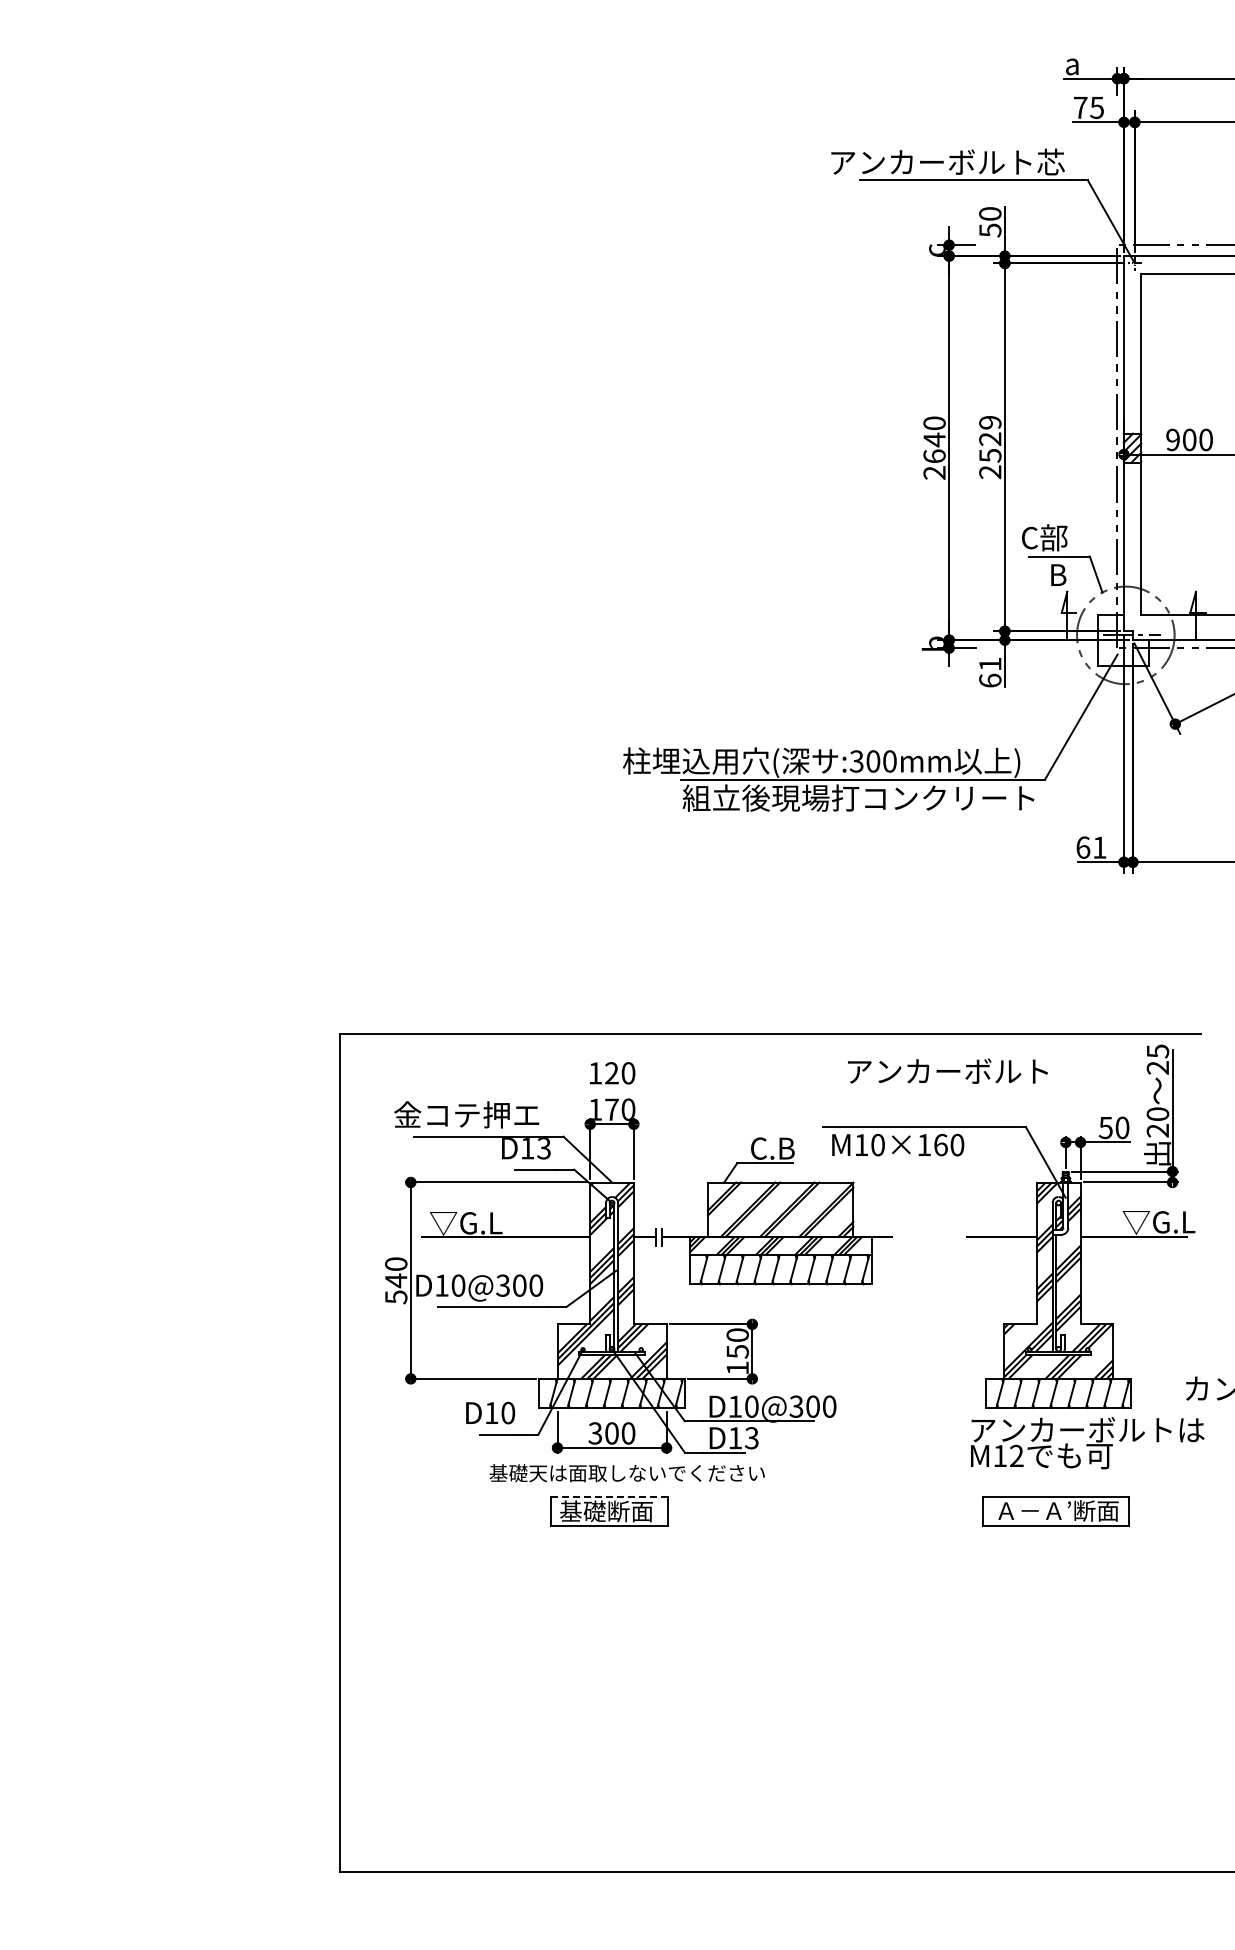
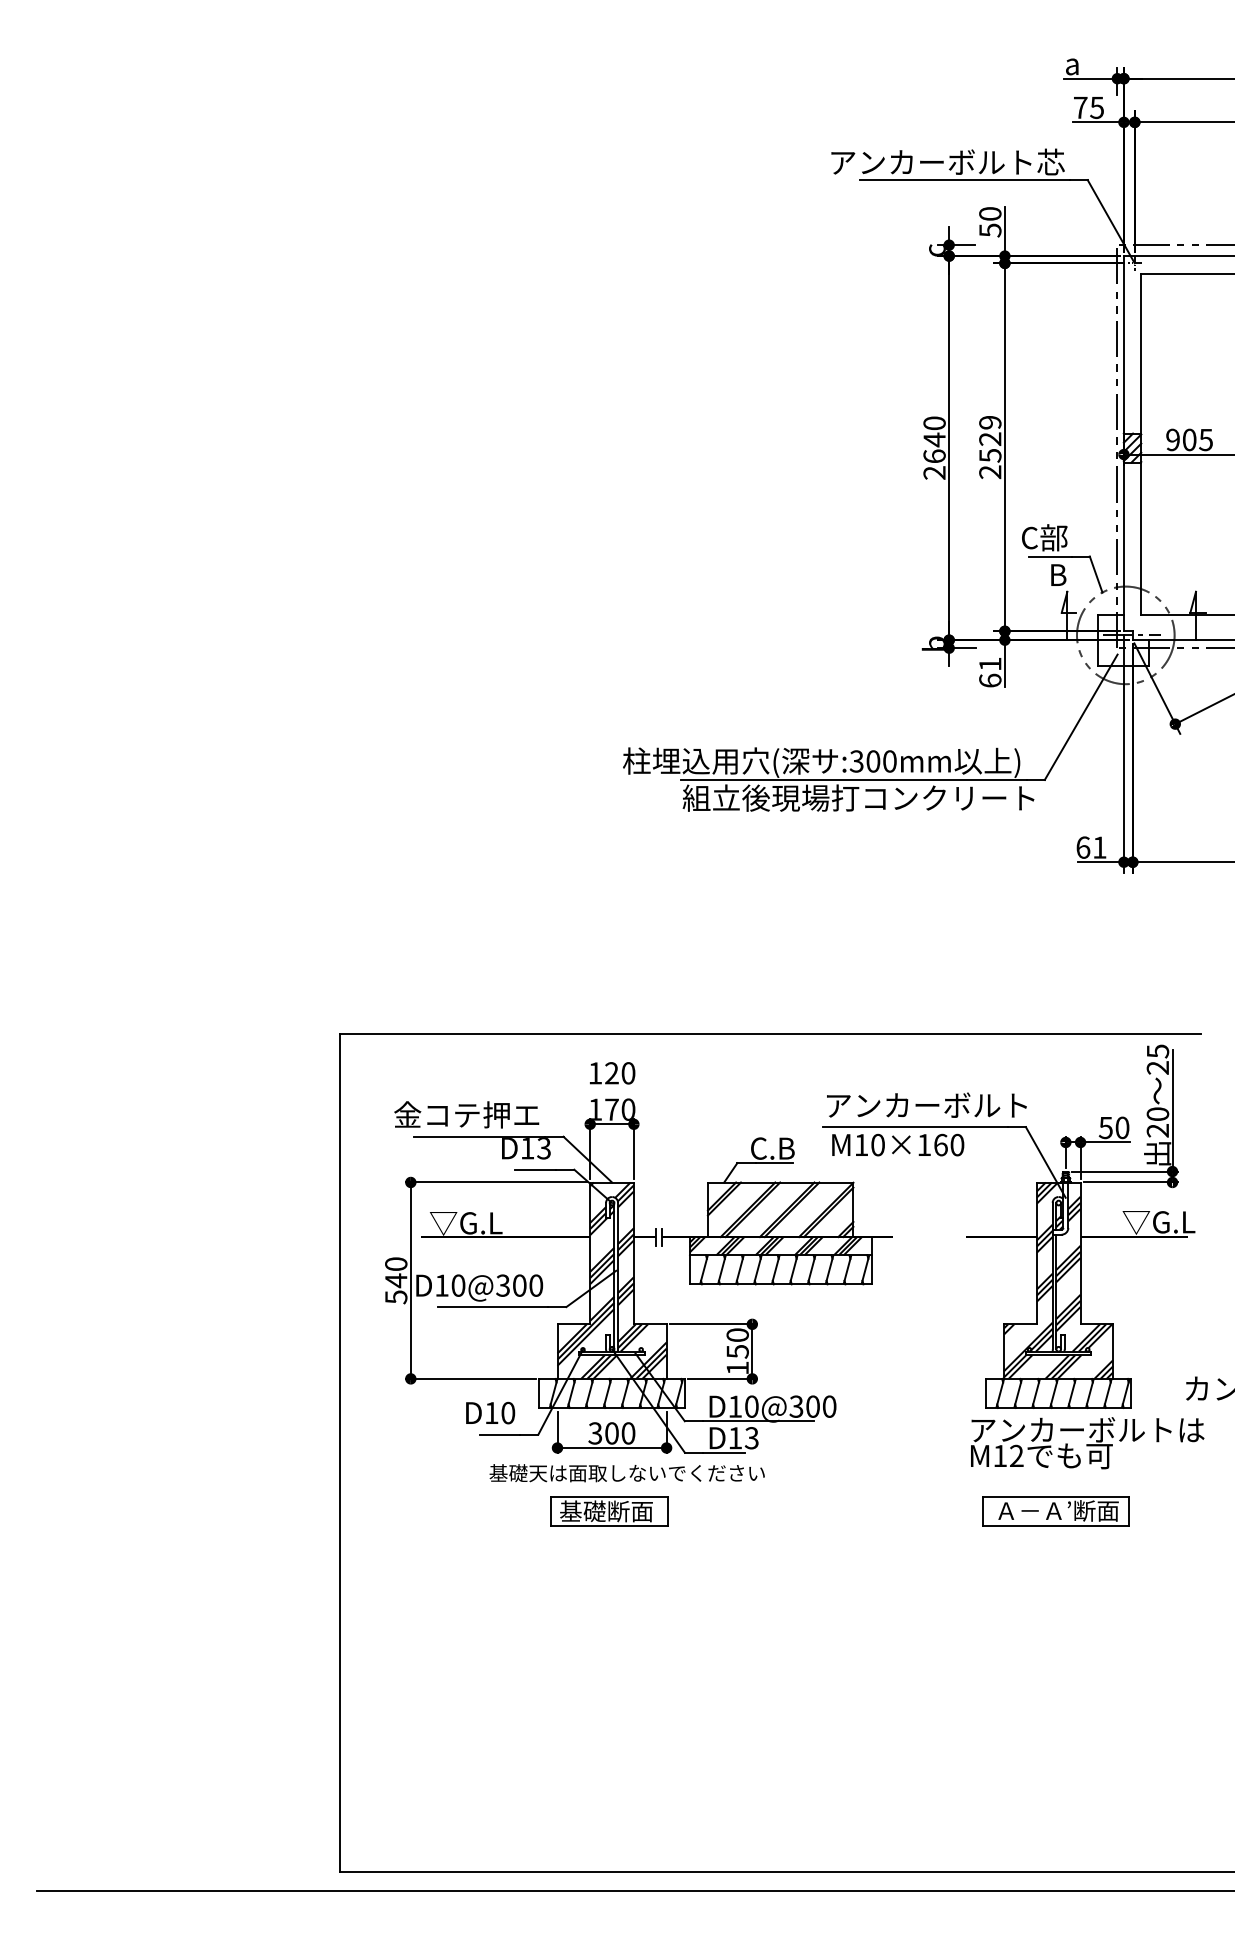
text at (1205, 439): 900 -> 905
text at (947, 1070) position: (947, 1070) -> (926, 1104)
line at (609, 1496): dashed -> solid
line at (634, 1891): none -> present
